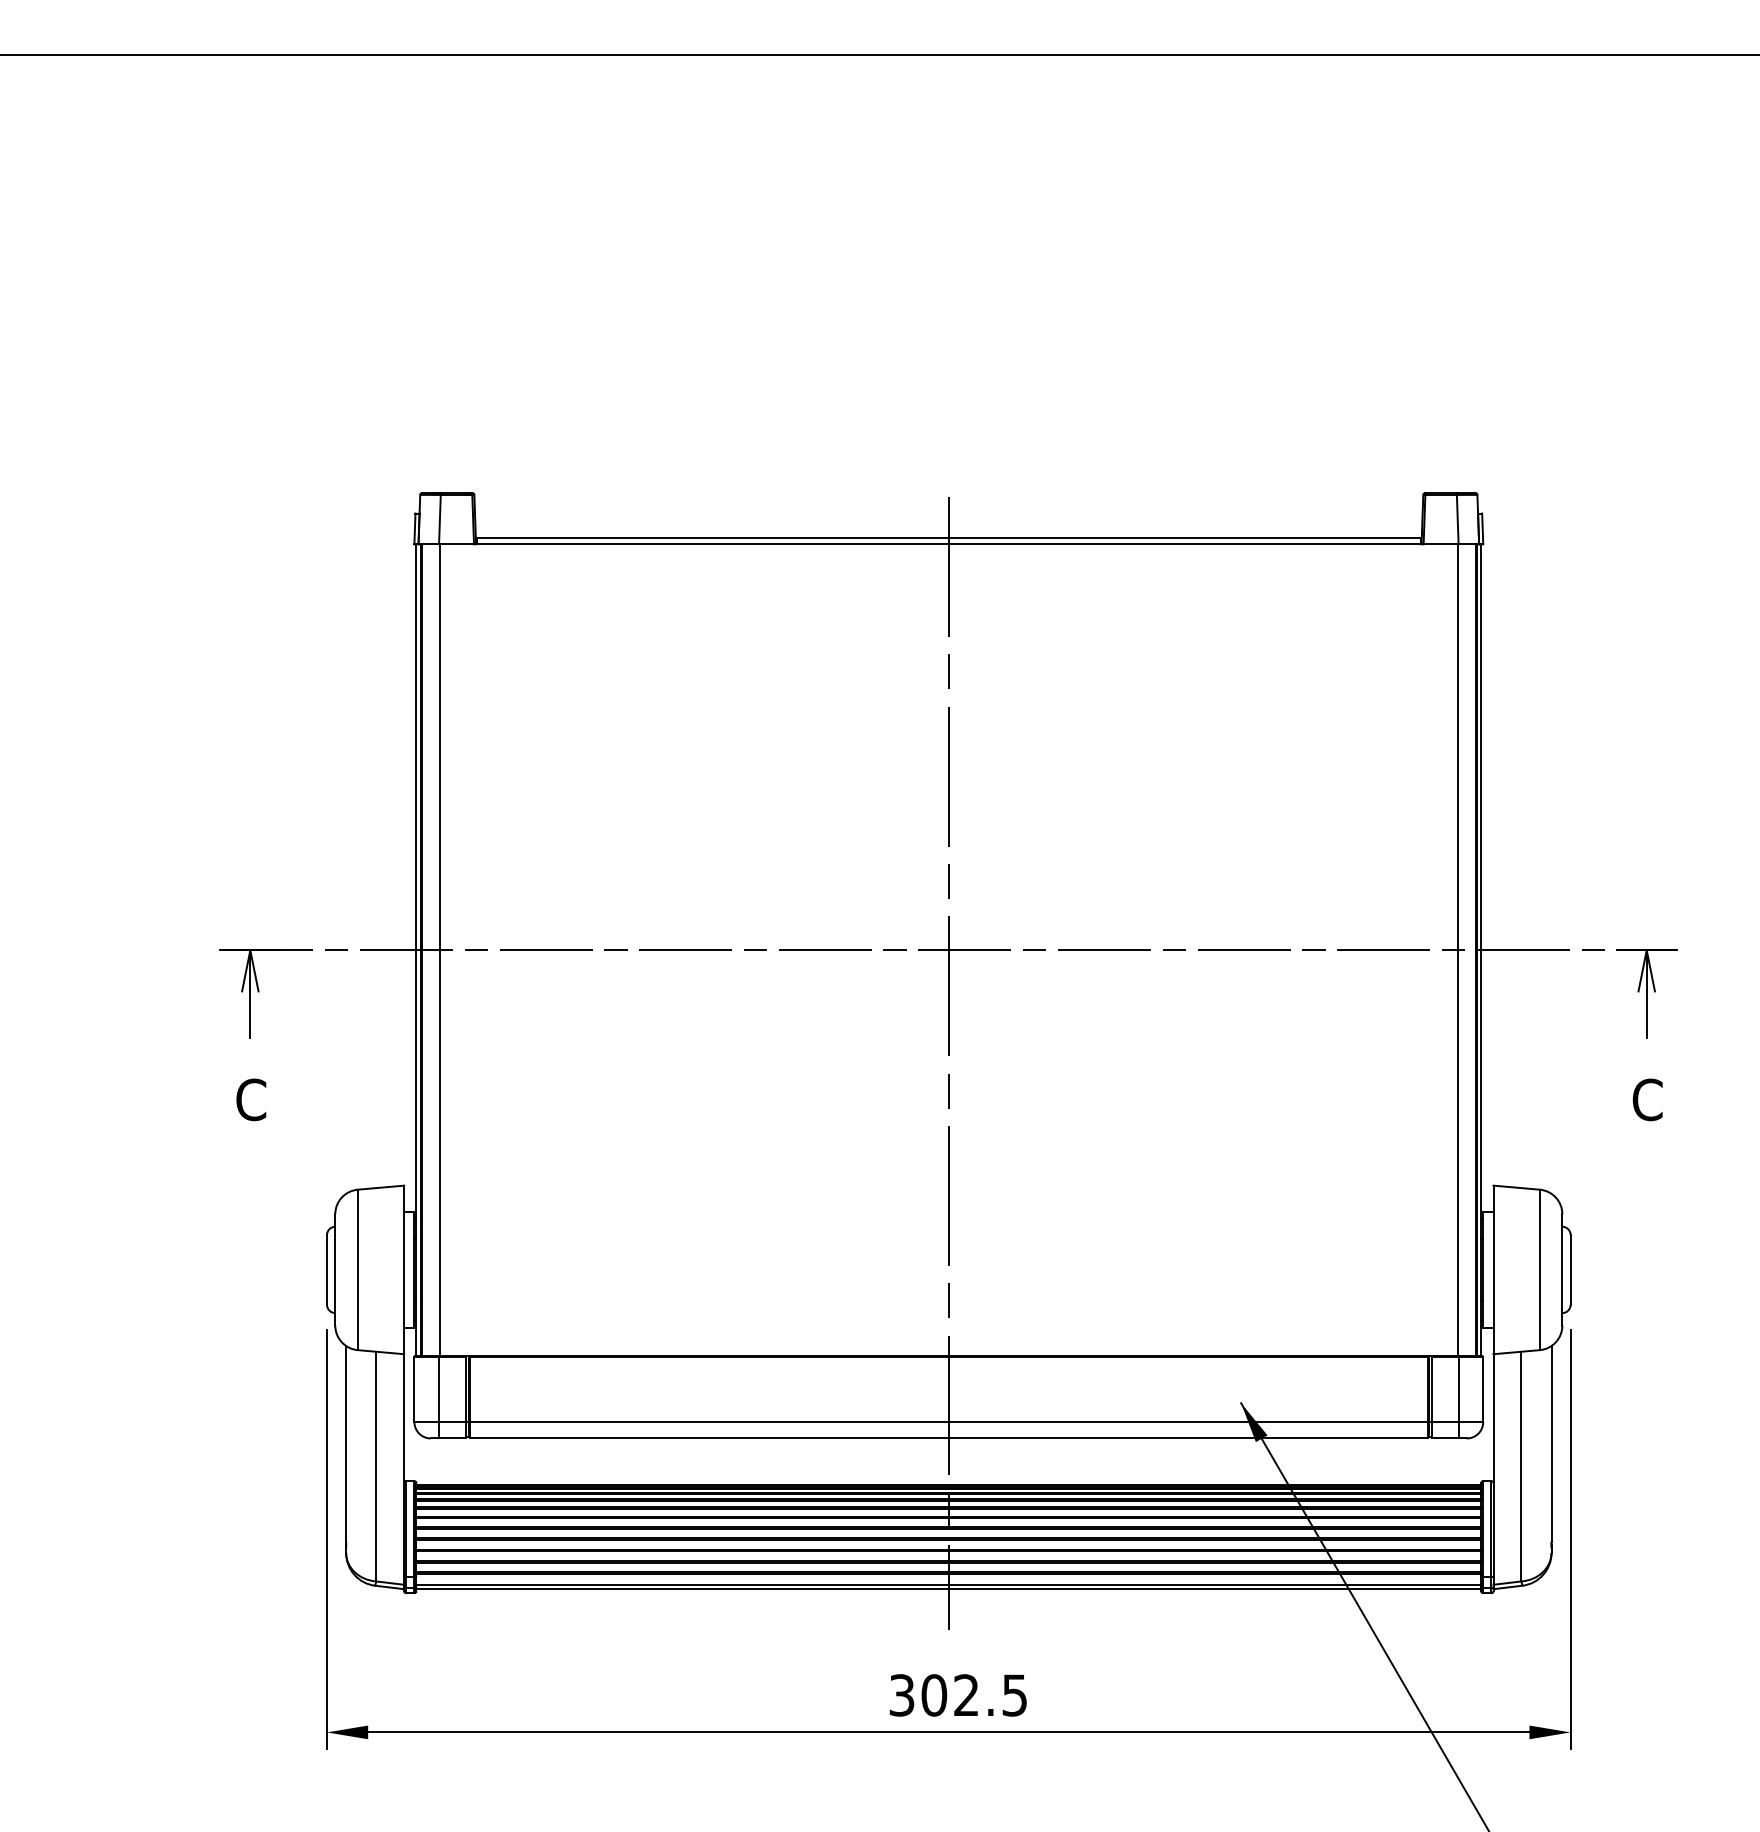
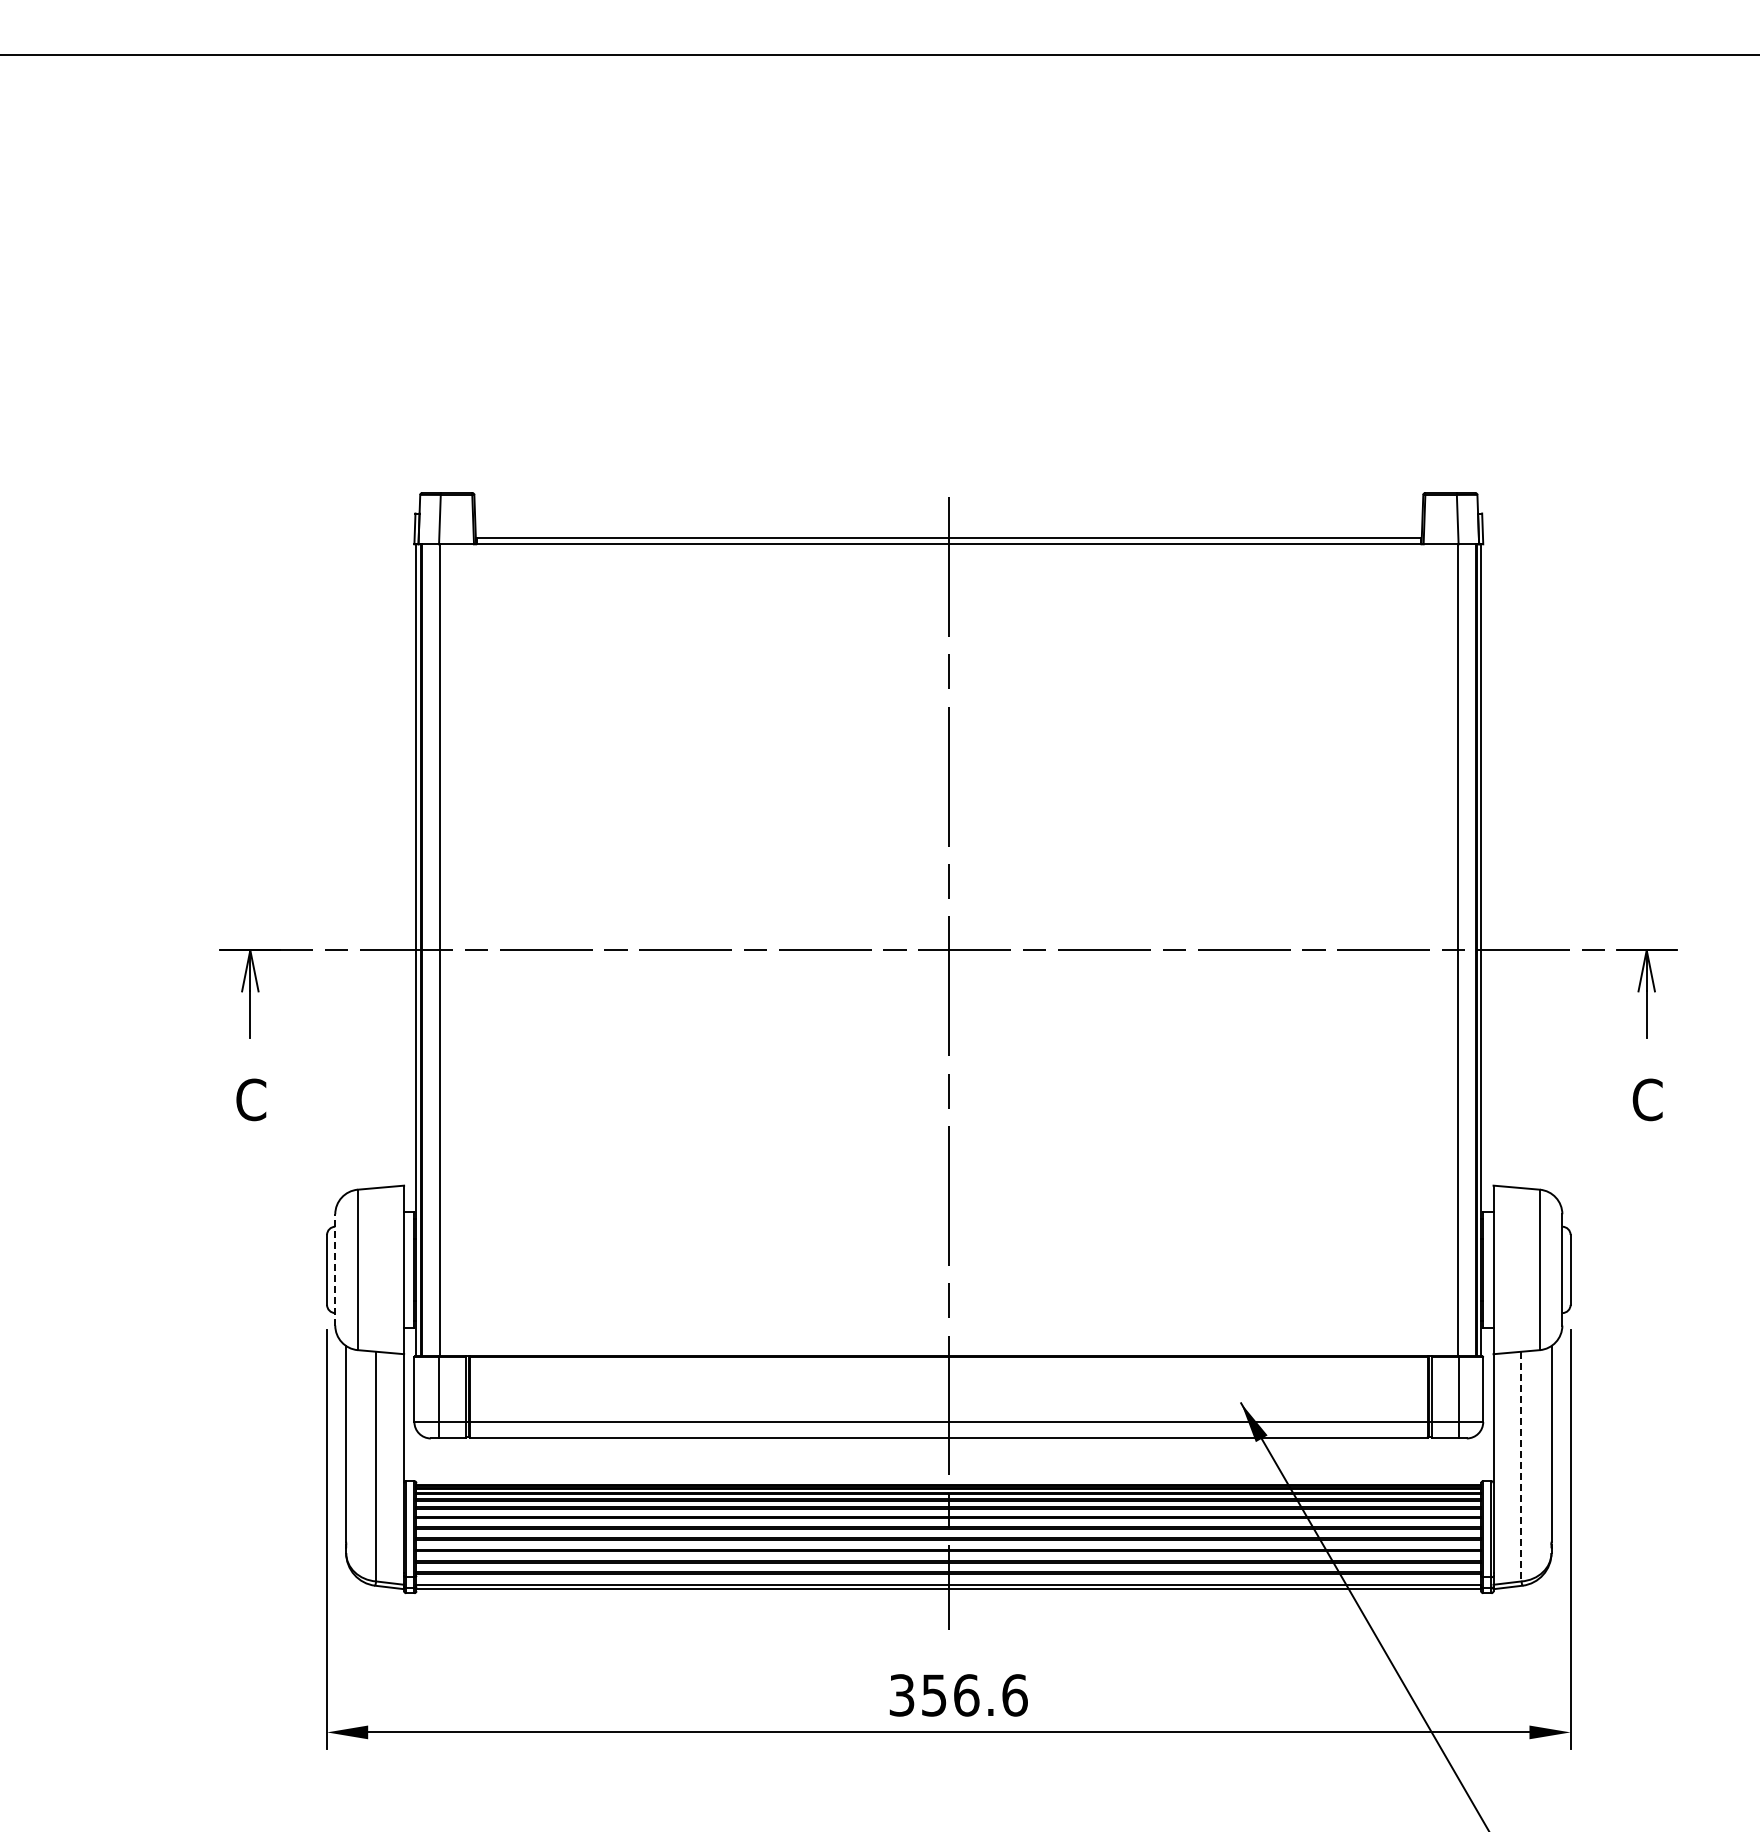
line at (335, 1269): solid -> dashed
line at (1521, 1466): solid -> dashed
text at (974, 1695): 302.5 -> 356.6
